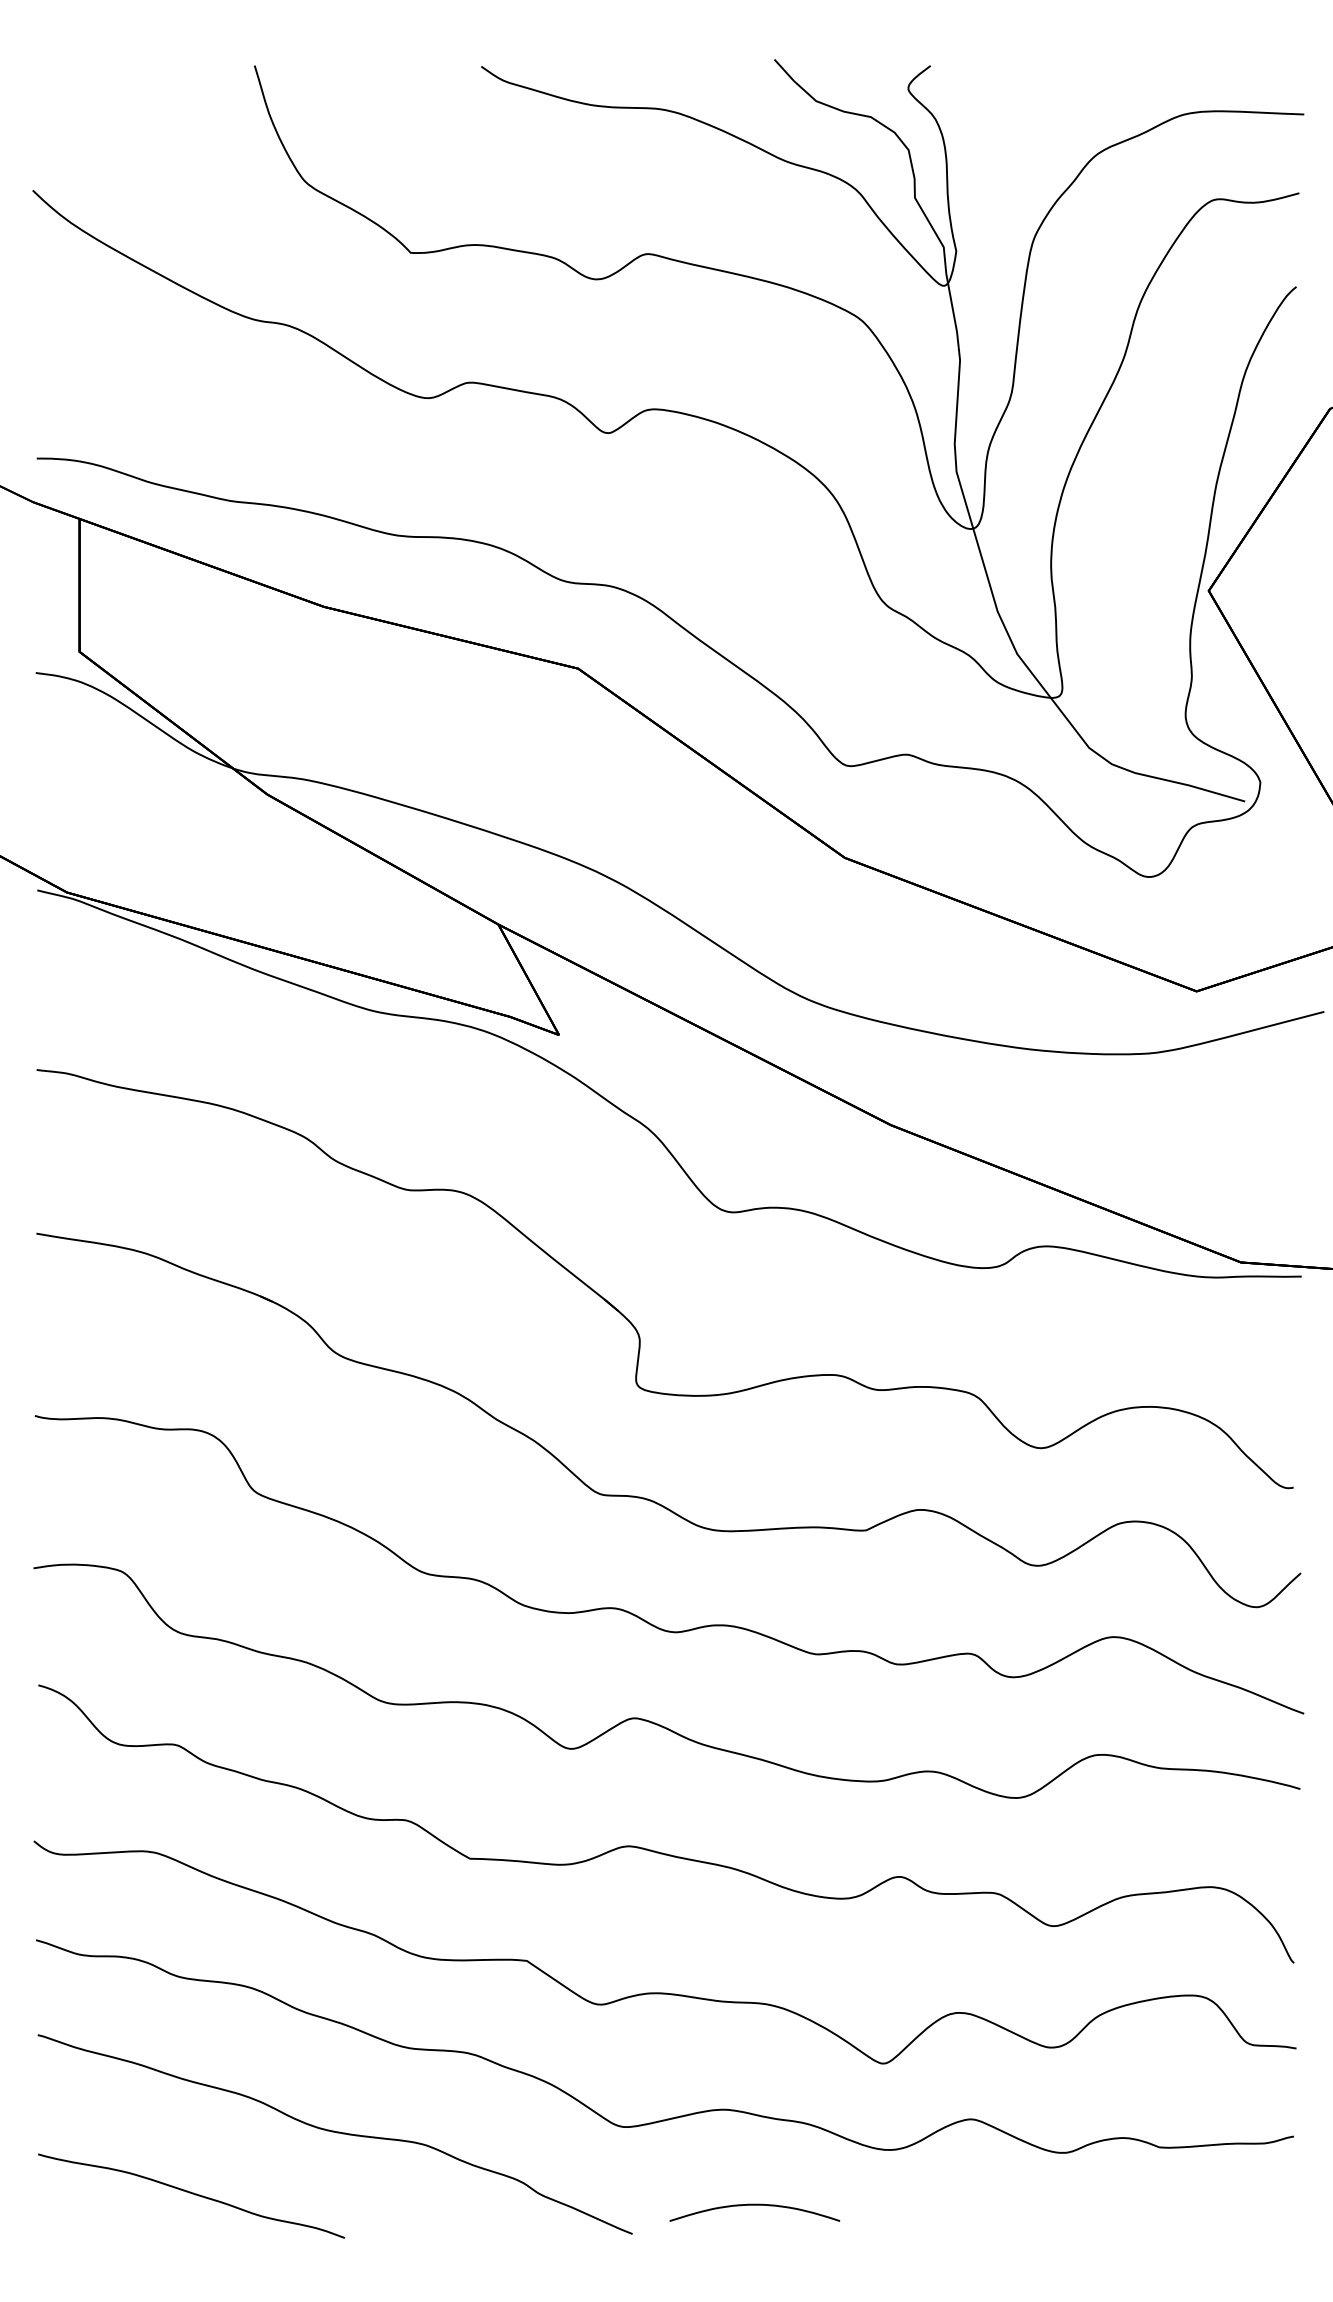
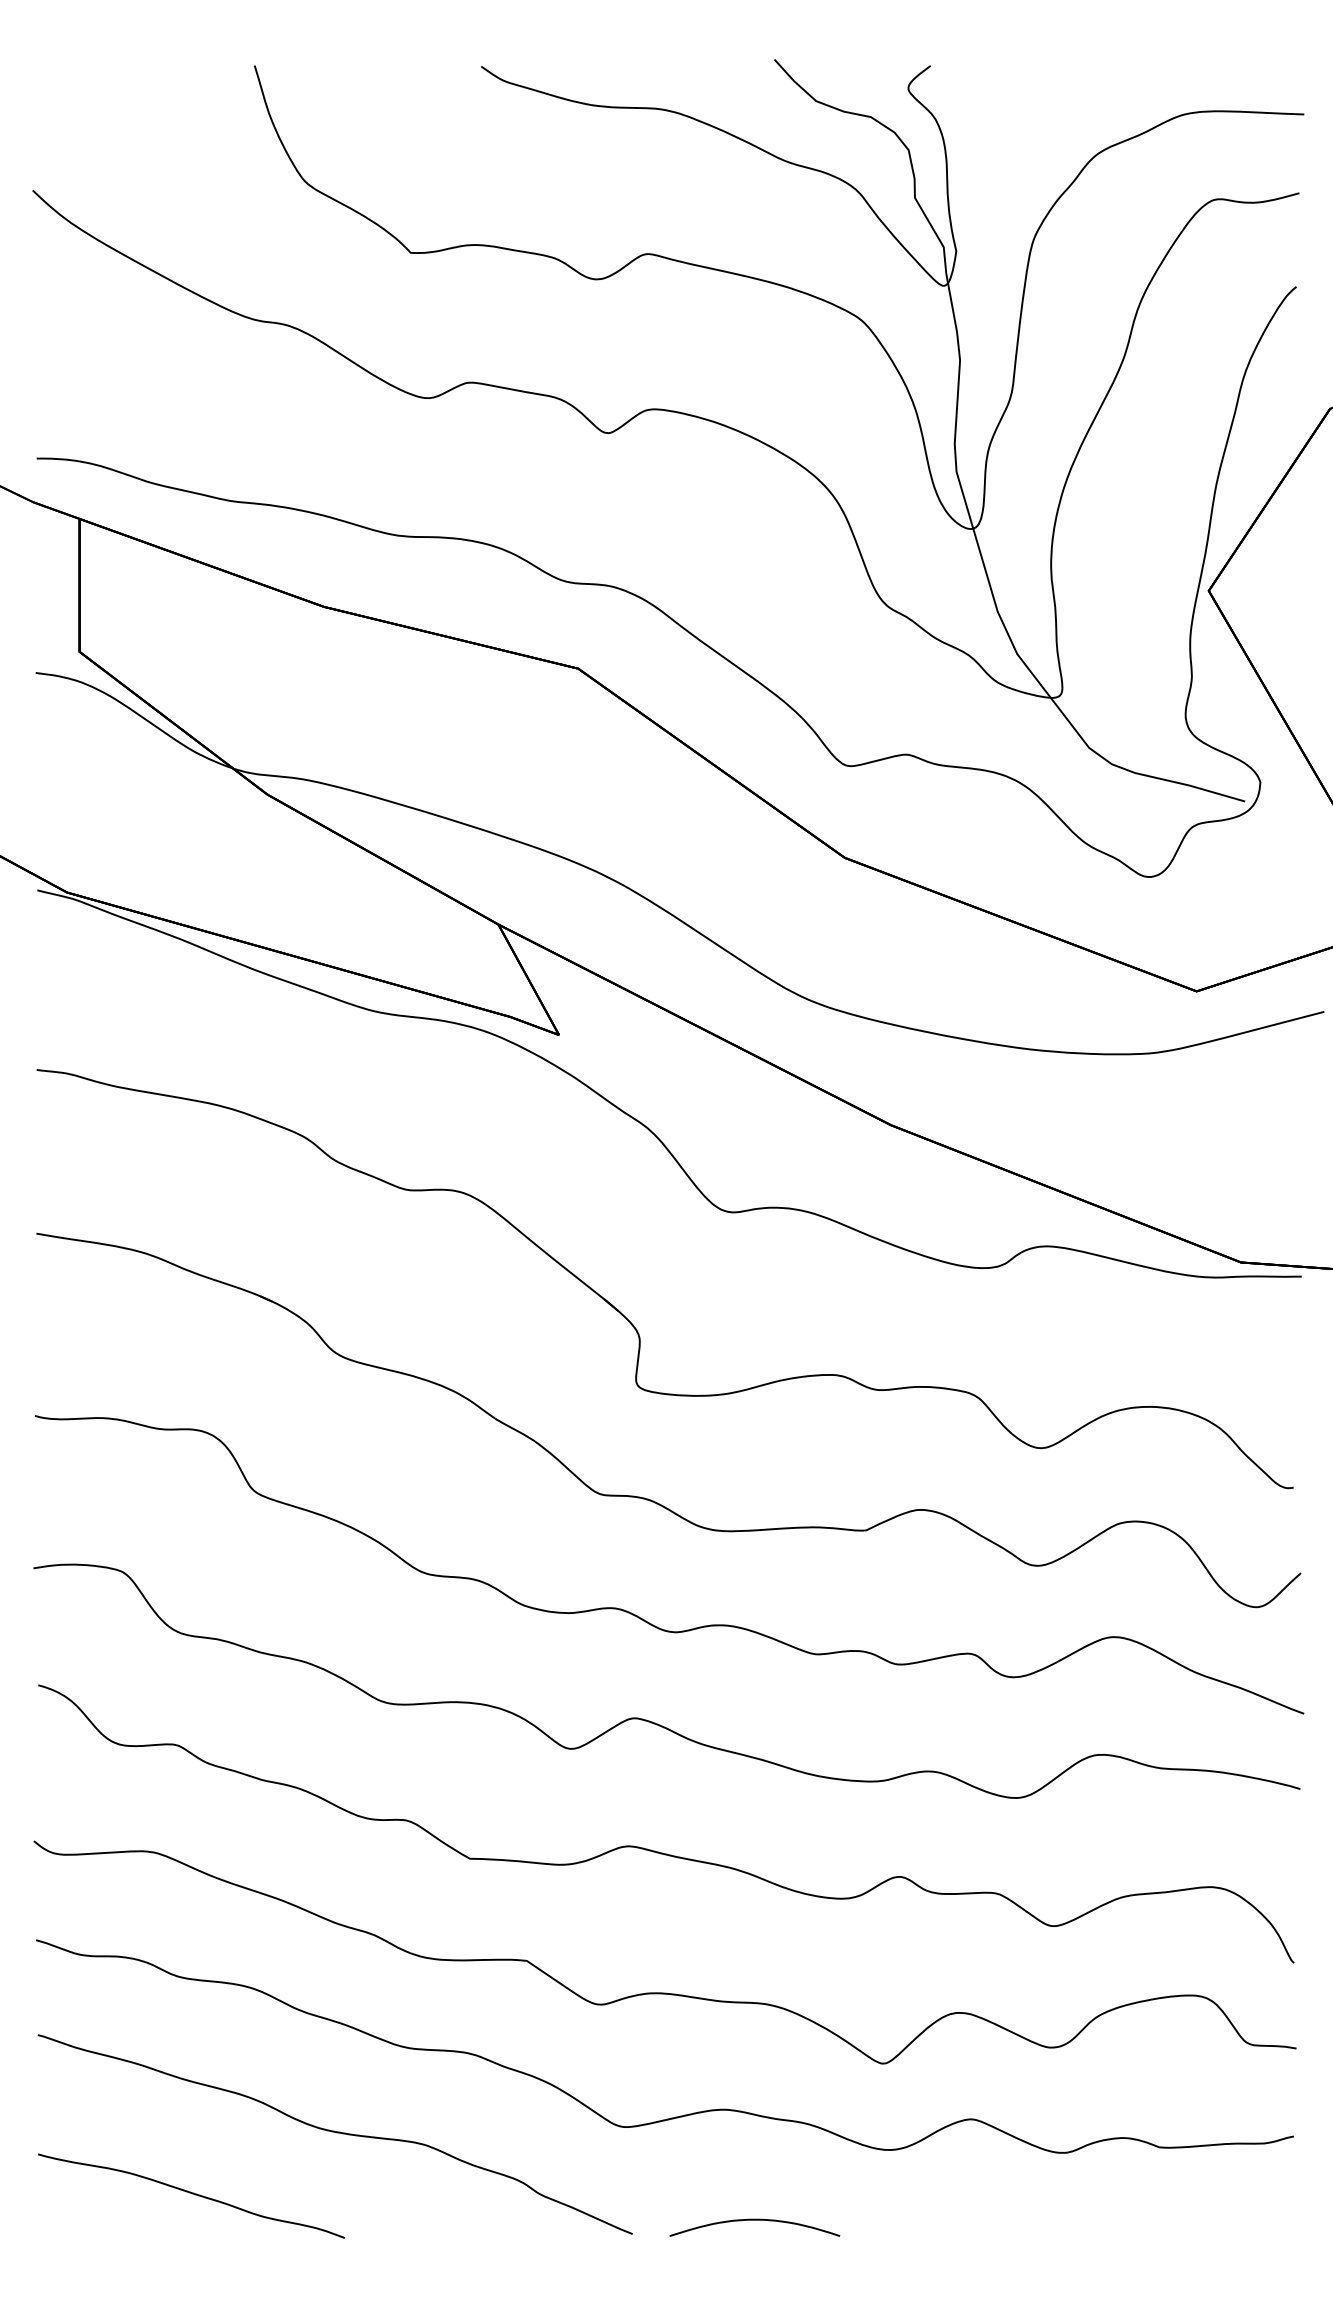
curve at (754, 2205) position: (754, 2205) -> (754, 2220)
